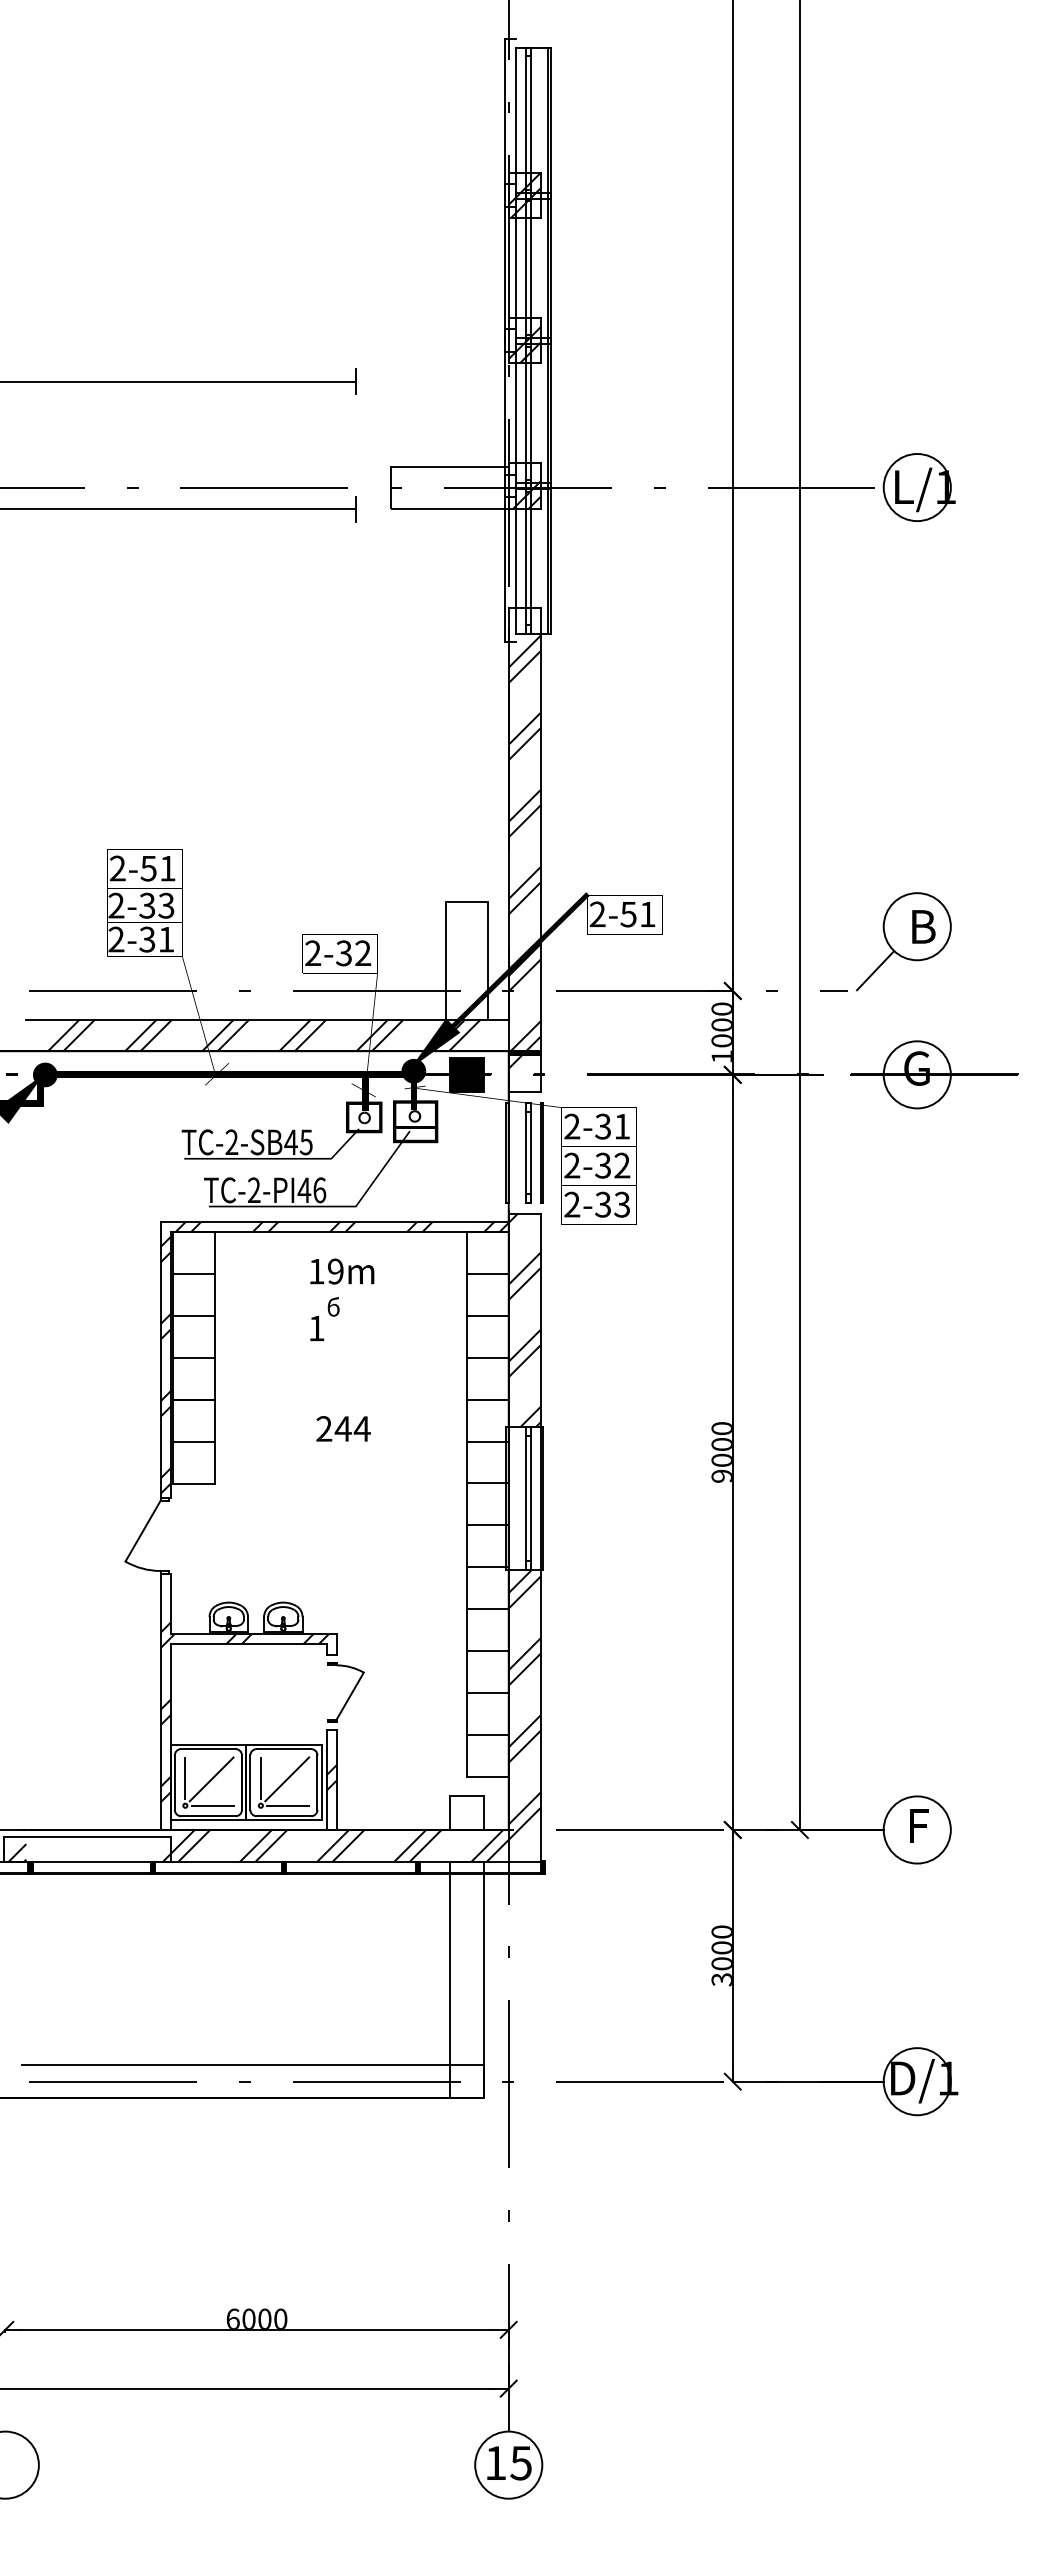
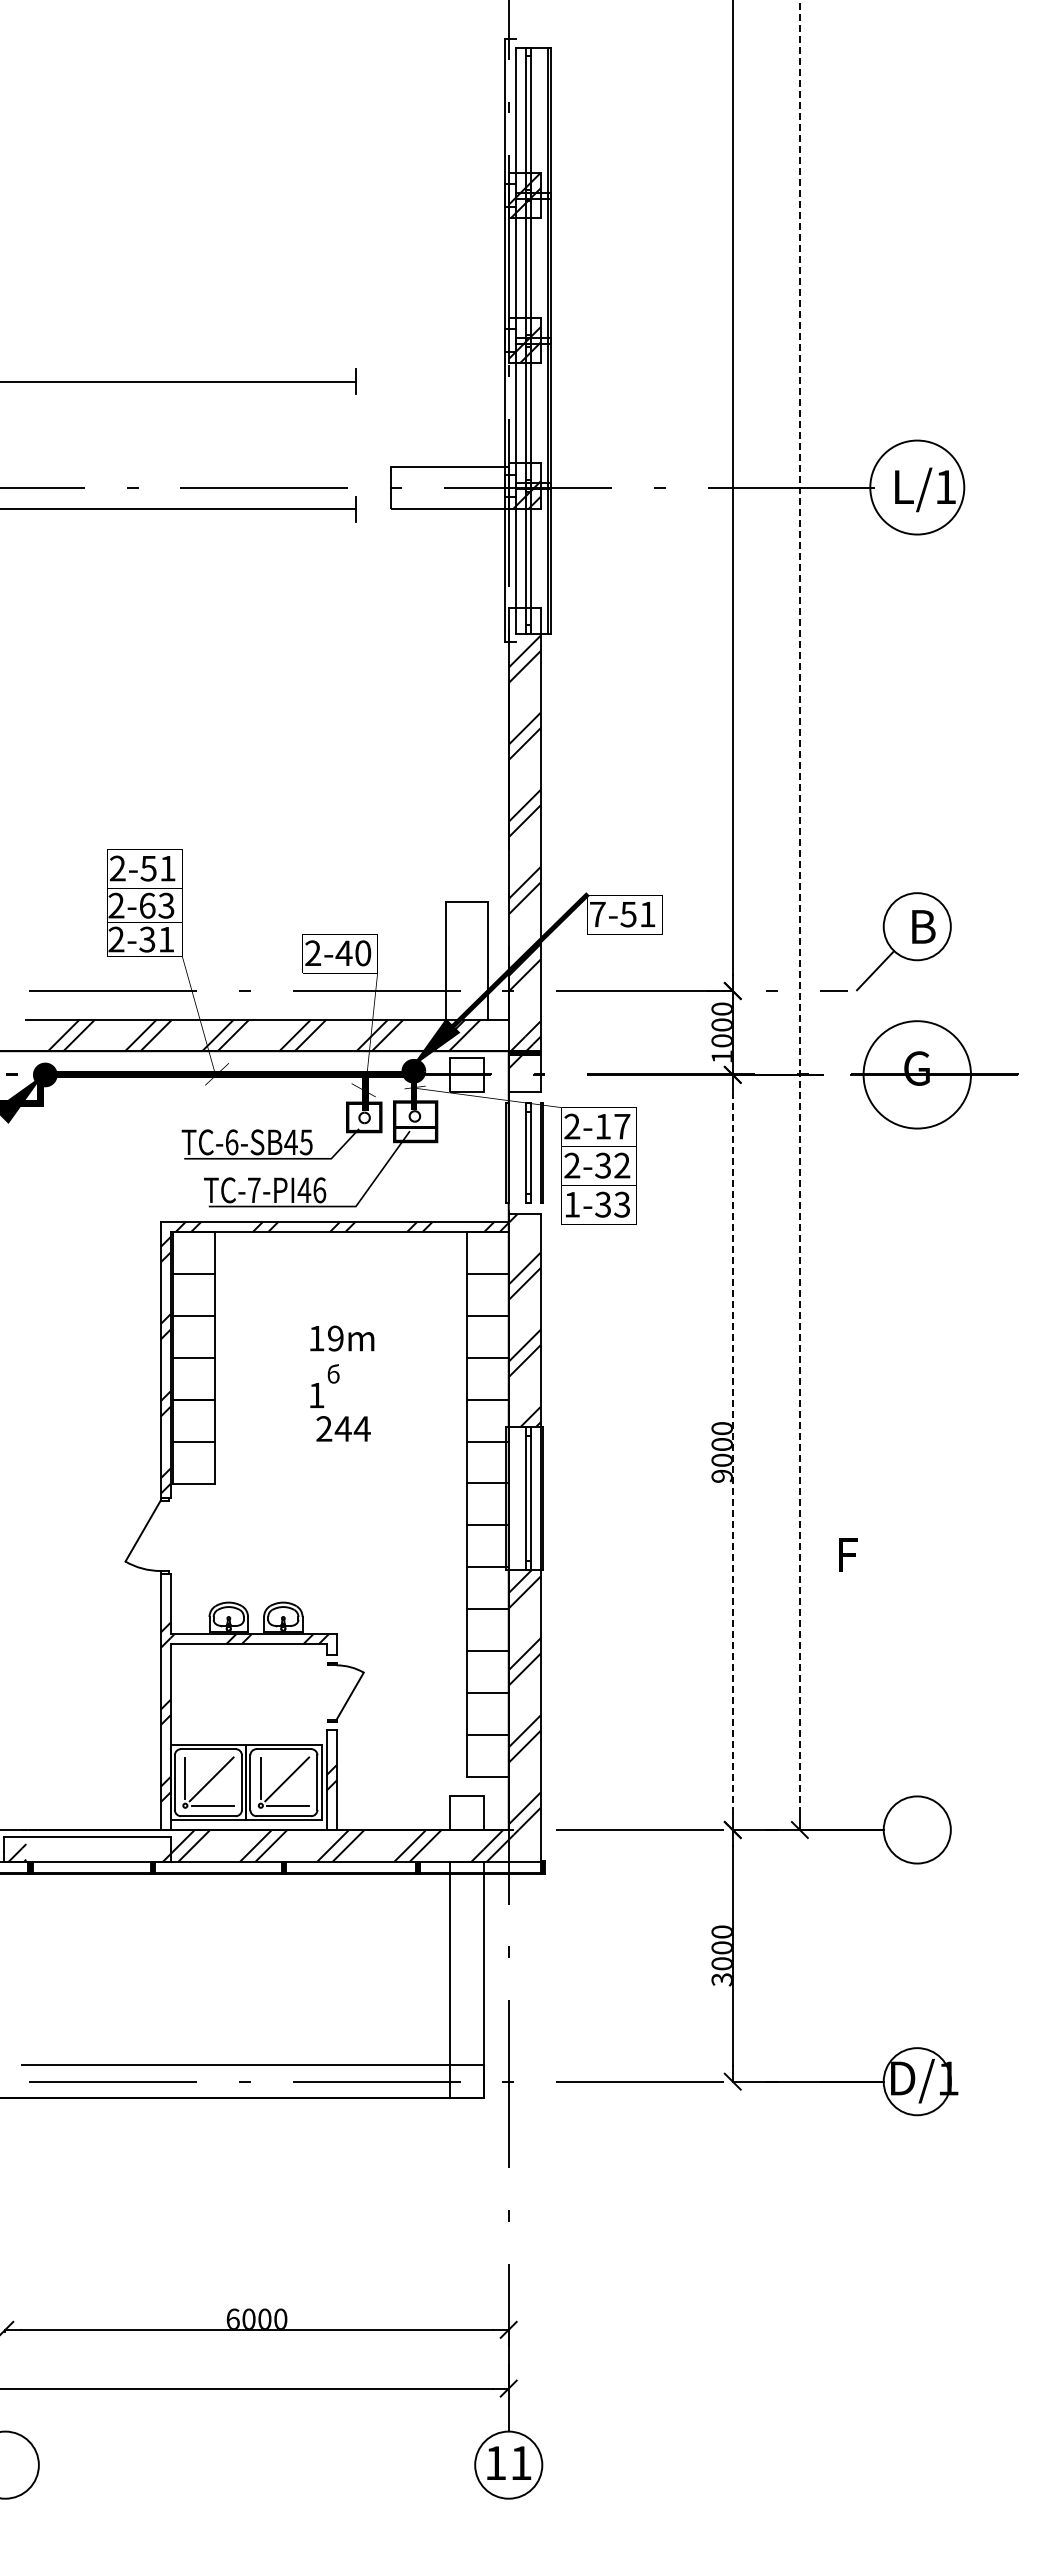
circle at (916, 487) diameter: 67 px -> 94 px
text at (147, 905): 2-33 -> 2-63
line at (799, 907): solid -> dashed
text at (597, 914): 2-51 -> 7-51
text at (353, 953): 2-32 -> 2-40
fill at (466, 1074): present -> none
circle at (916, 1074) diameter: 67 px -> 107 px
text at (612, 1126): 2-31 -> 2-17
text at (231, 1142): -2-SB45 -> -6-SB45
text at (254, 1189): -2-PI46 -> -7-PI46
text at (572, 1204): 2-33 -> 1-33
text at (342, 1299) position: (342, 1299) -> (342, 1366)
line at (732, 1452): solid -> dashed
text at (919, 1825) position: (919, 1825) -> (848, 1554)
text at (520, 2463): 15 -> 11
